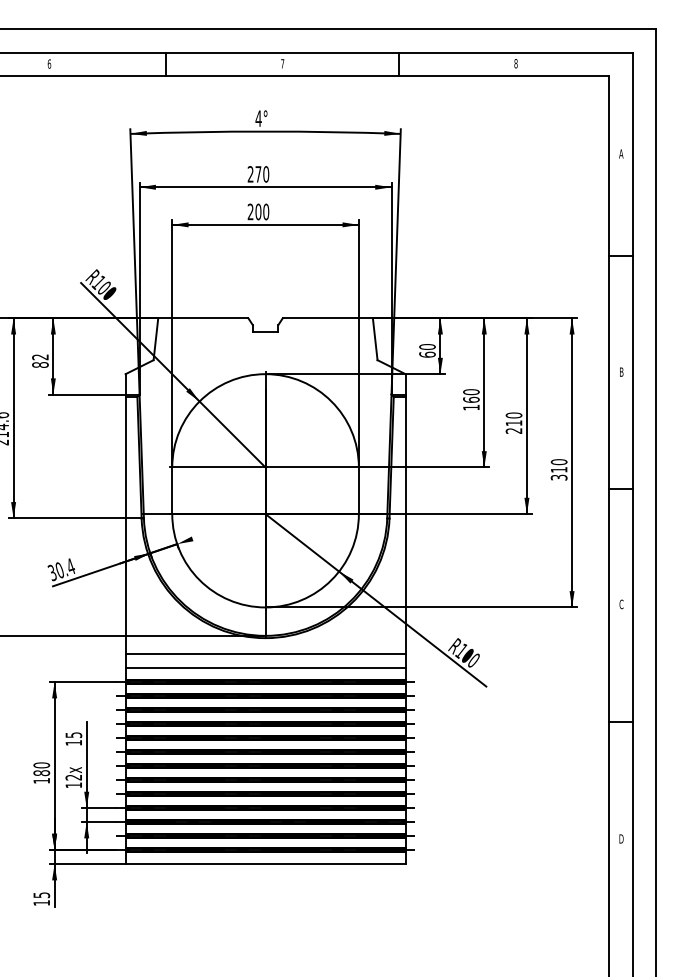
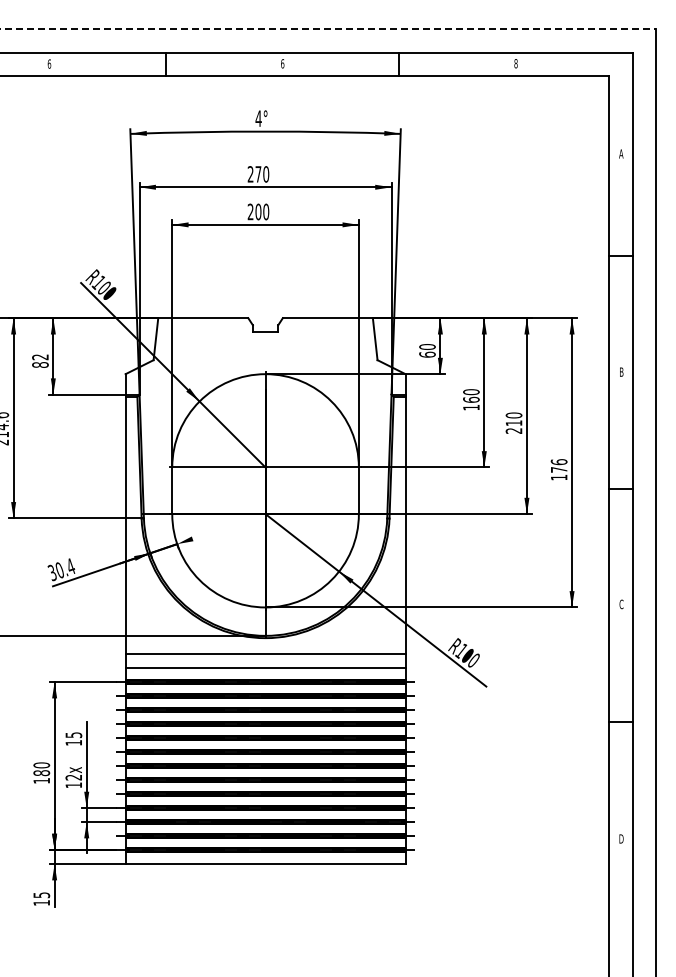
line at (327, 29): solid -> dashed
text at (282, 63): 7 -> 6
text at (558, 469): 310 -> 176
